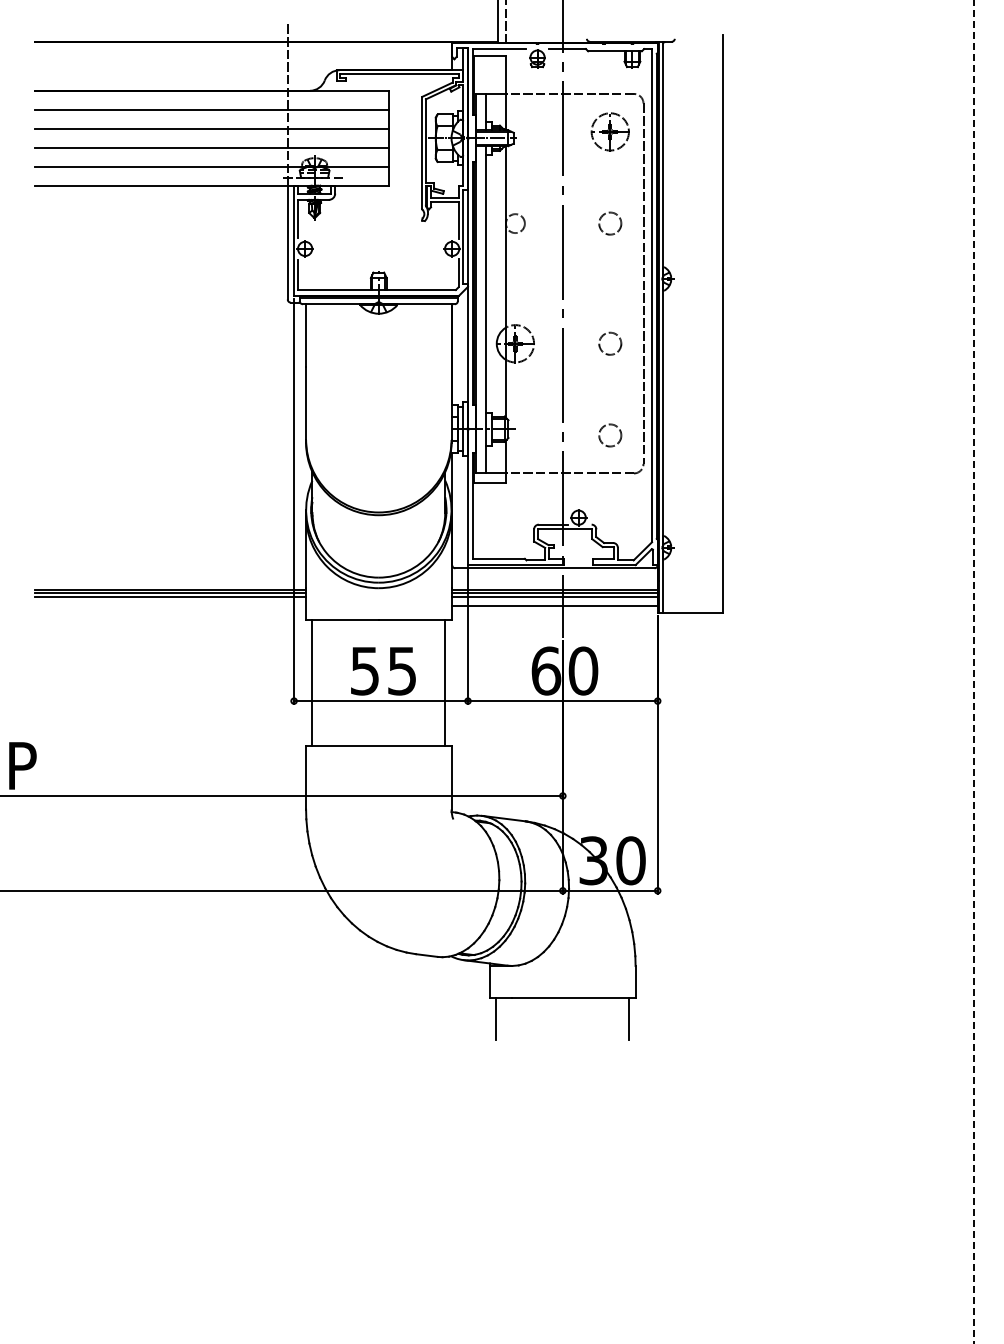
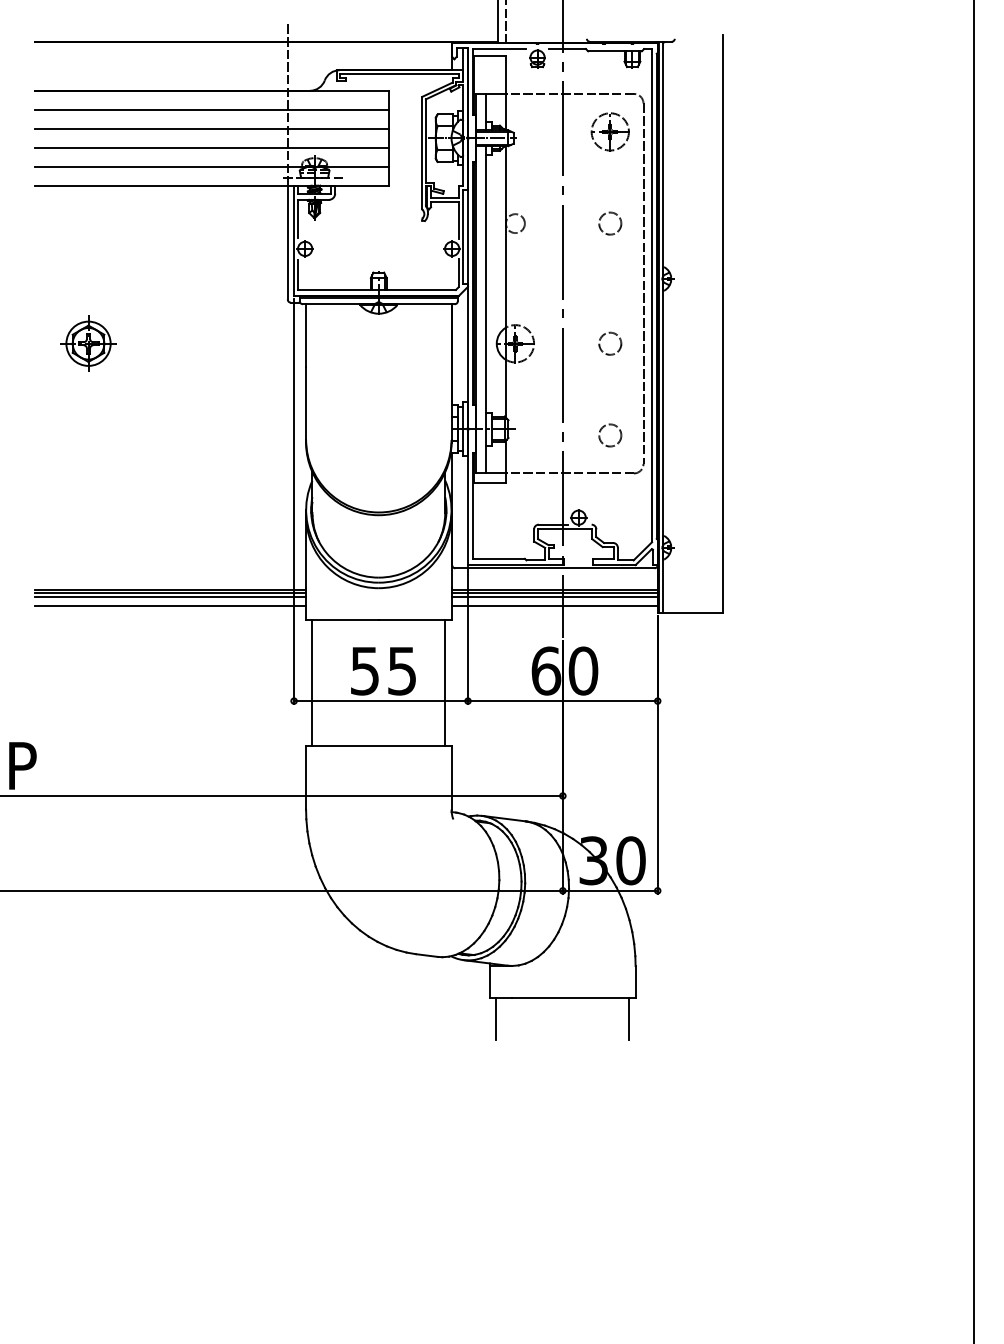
part at (88, 343): none -> present
line at (170, 606): none -> present
line at (973, 670): dashed -> solid
